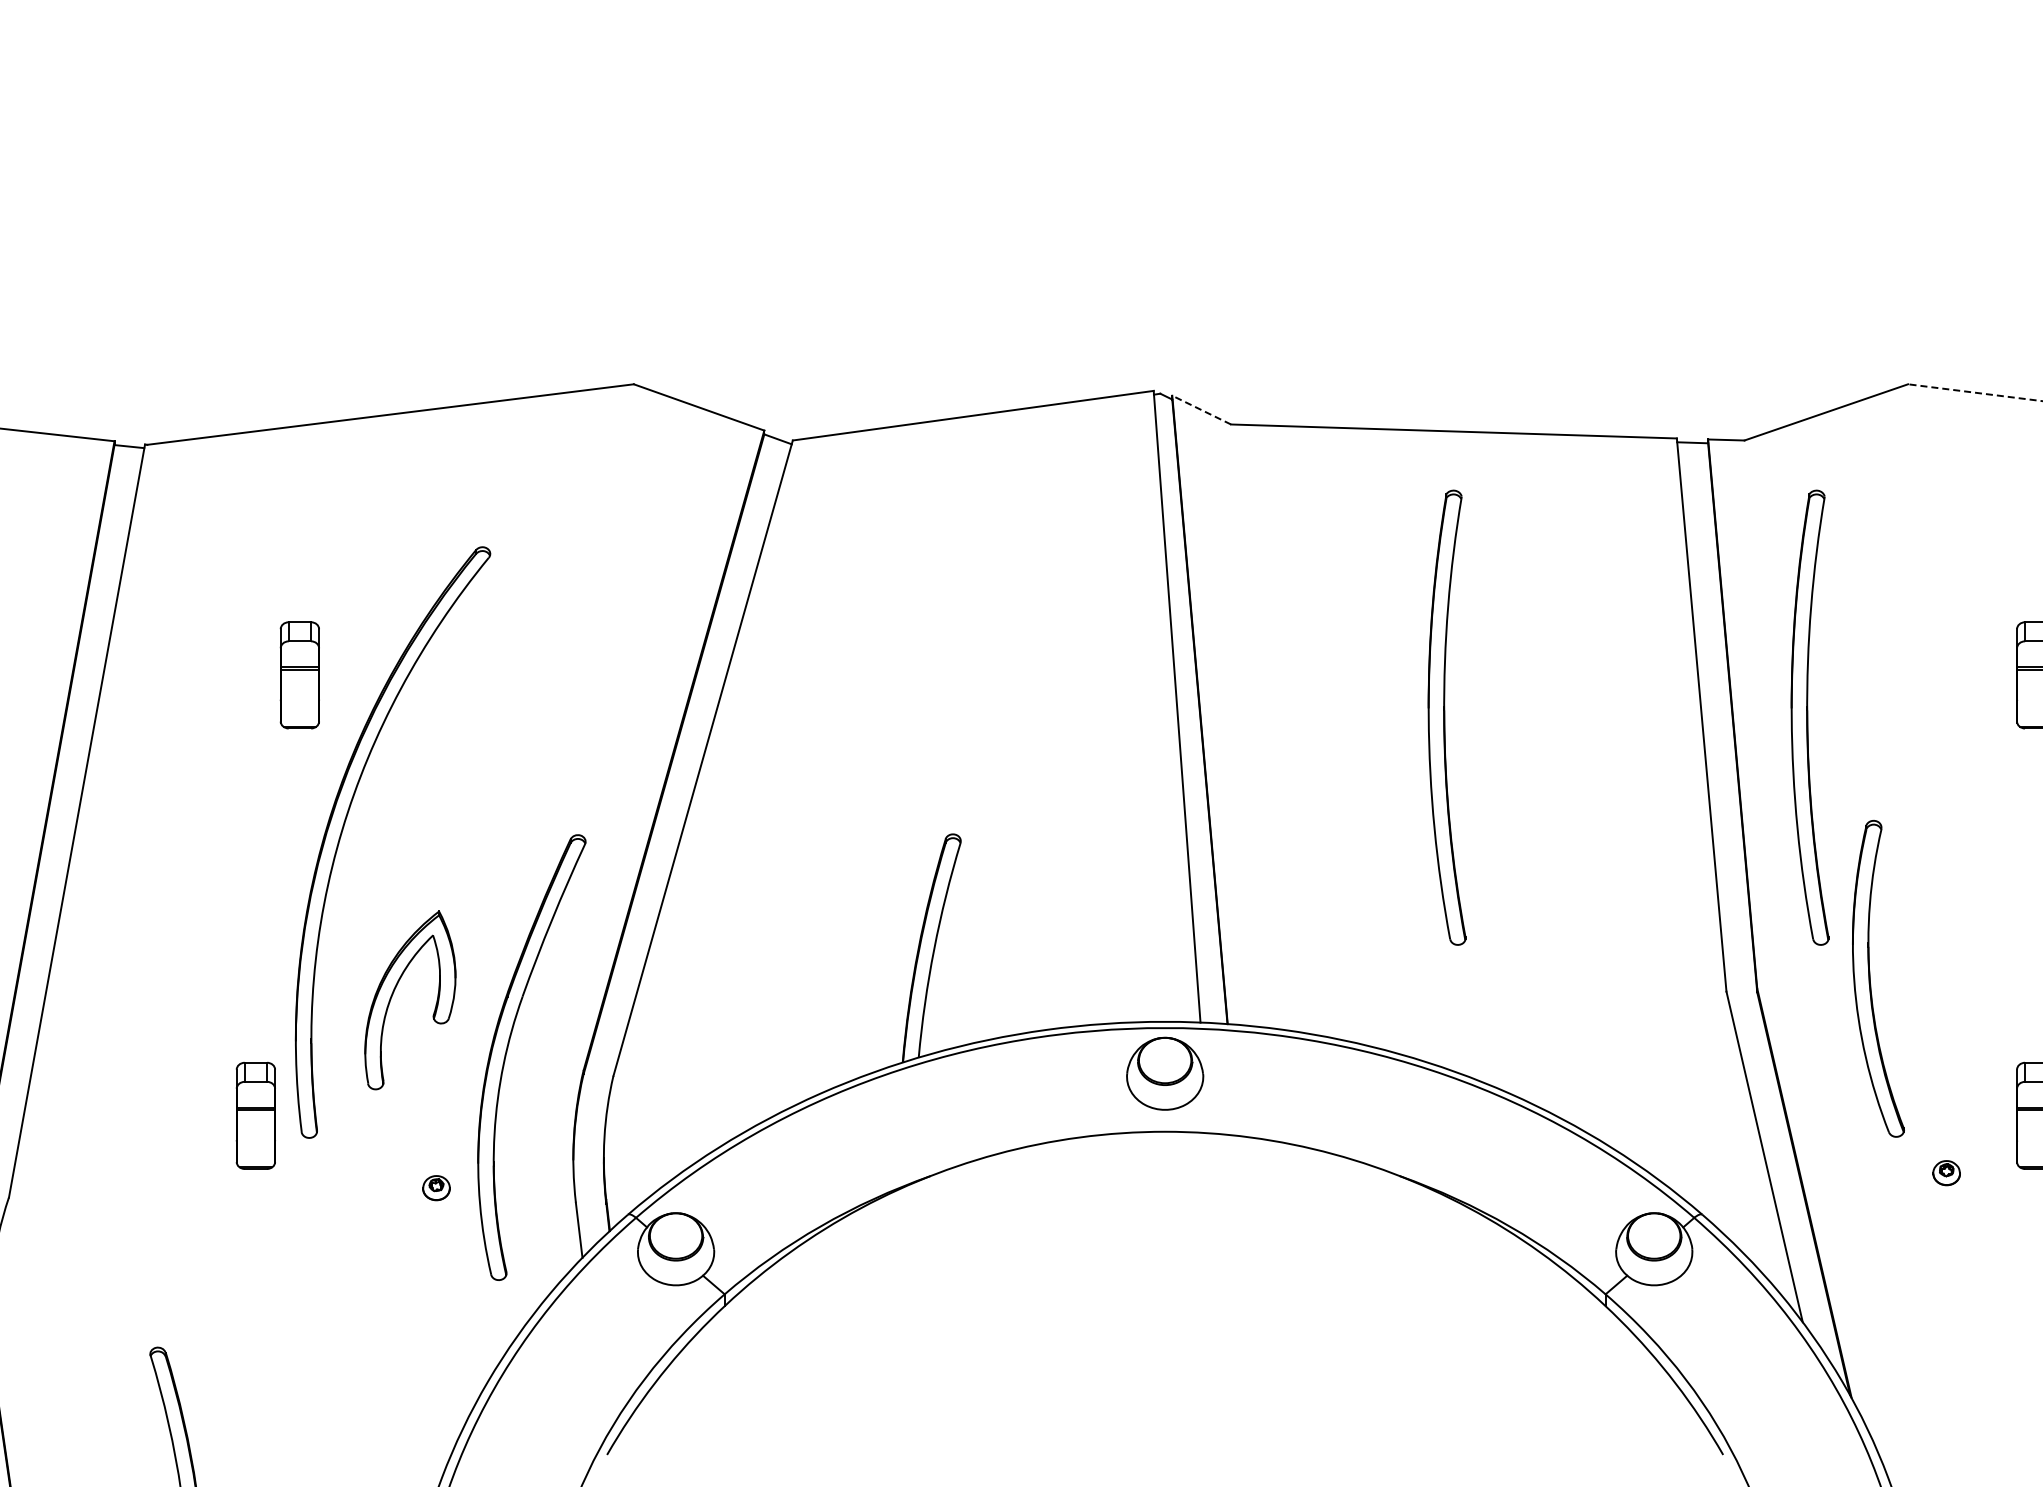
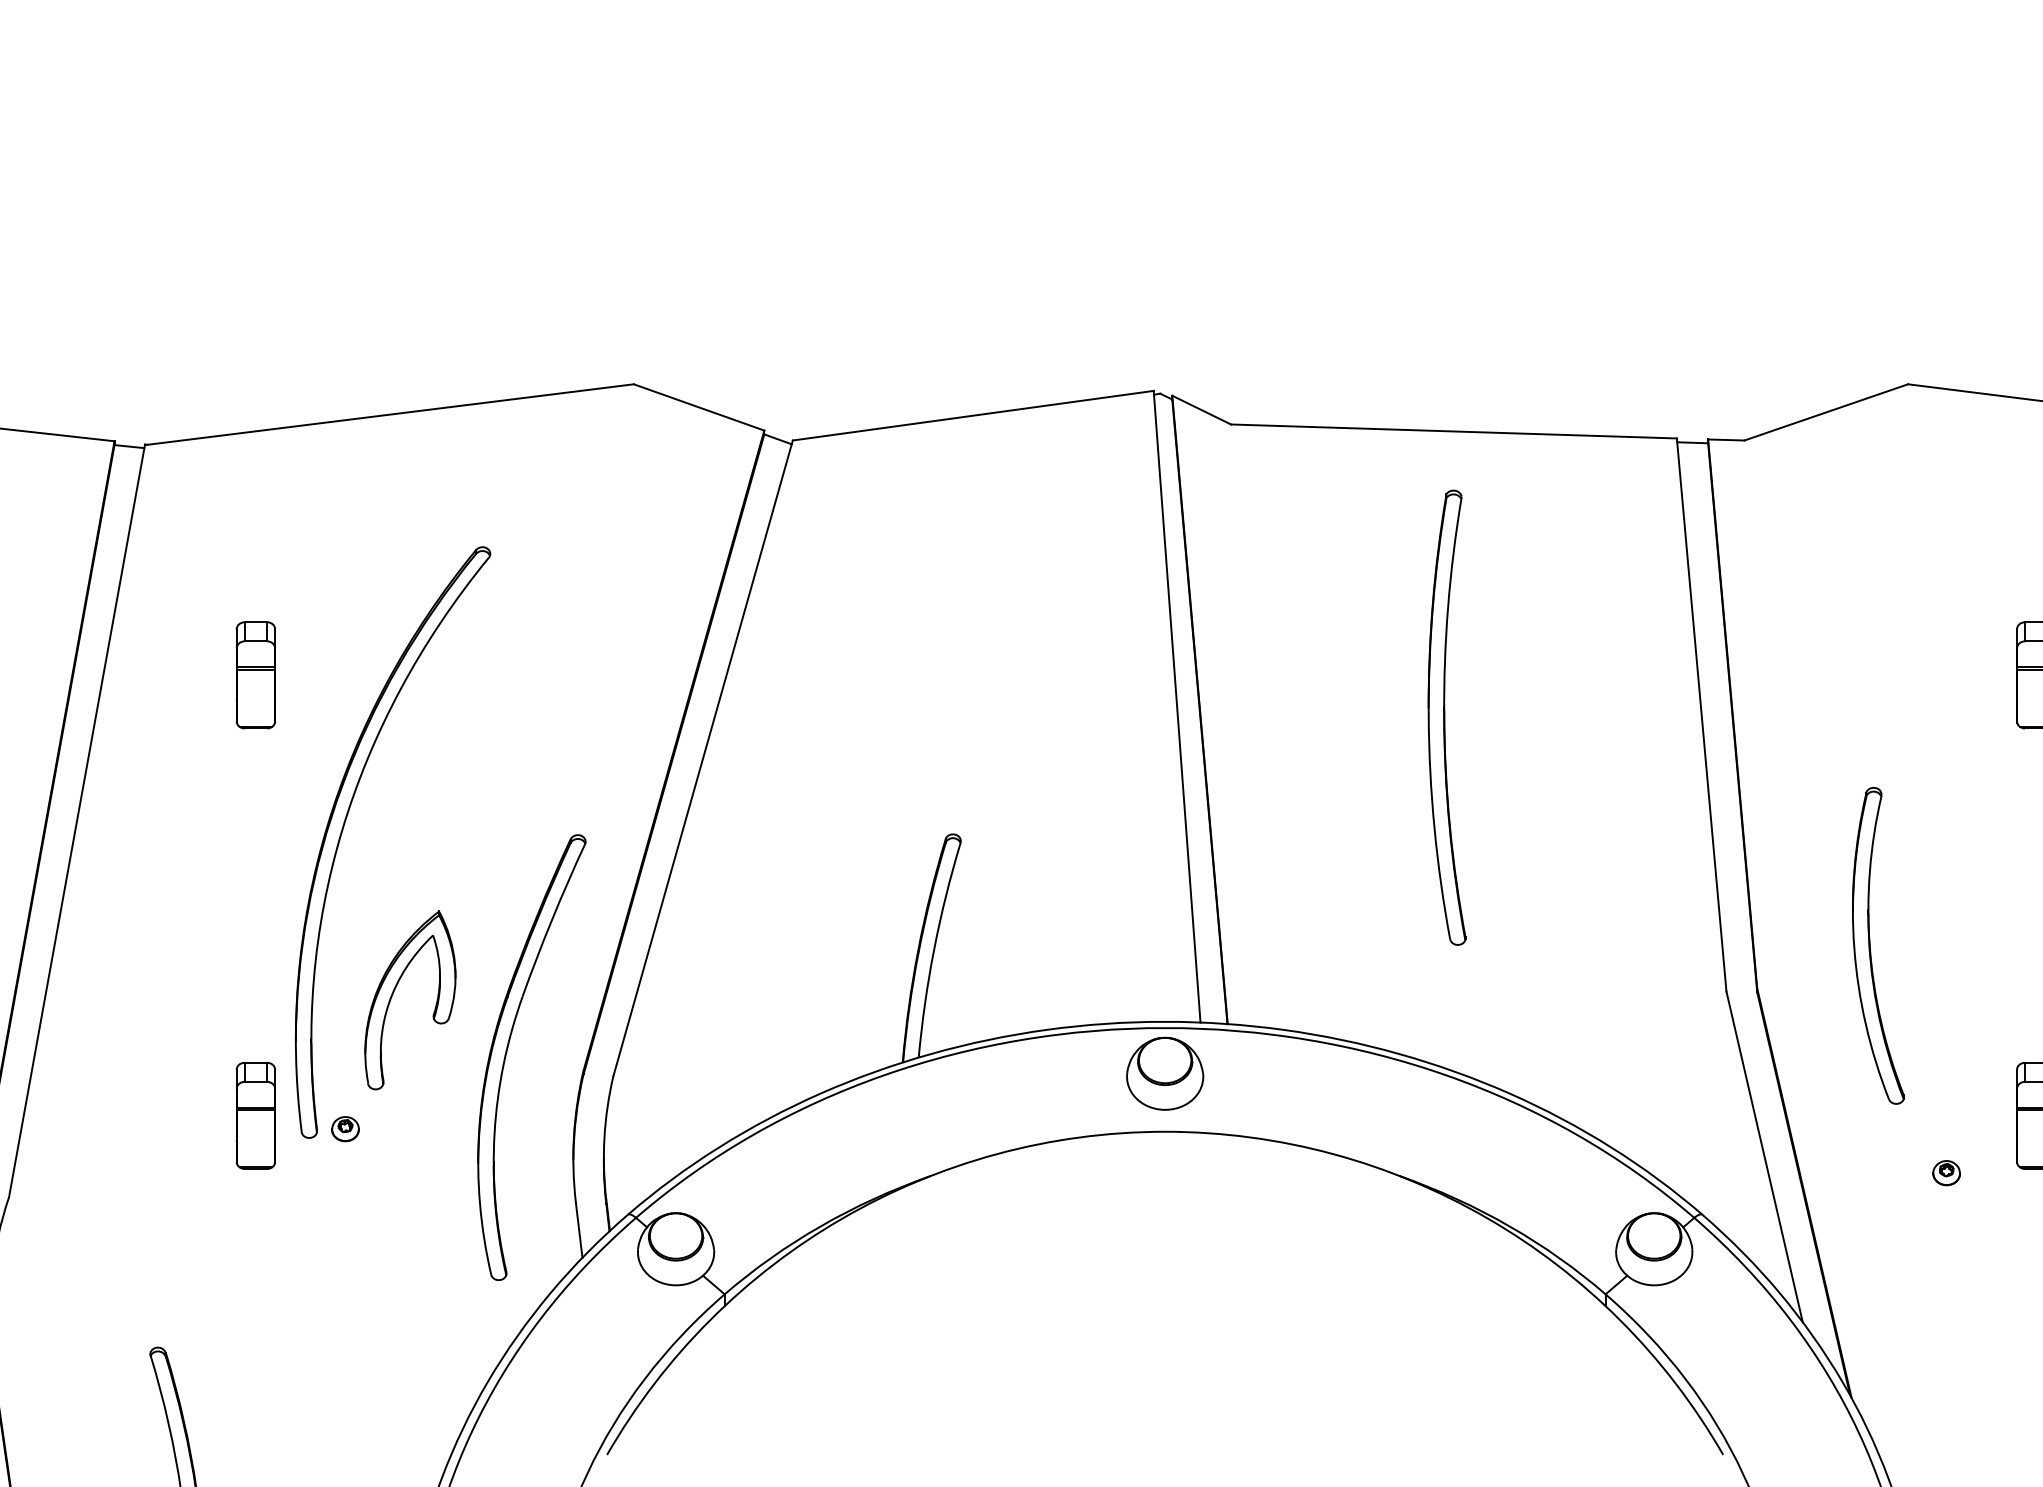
line at (1975, 392): dashed -> solid
line at (1201, 410): dashed -> solid
part at (299, 675) position: (299, 675) -> (255, 675)
part at (1809, 717): present -> none
part at (1870, 978) position: (1870, 978) -> (1870, 945)
part at (436, 1188) position: (436, 1188) -> (345, 1129)
